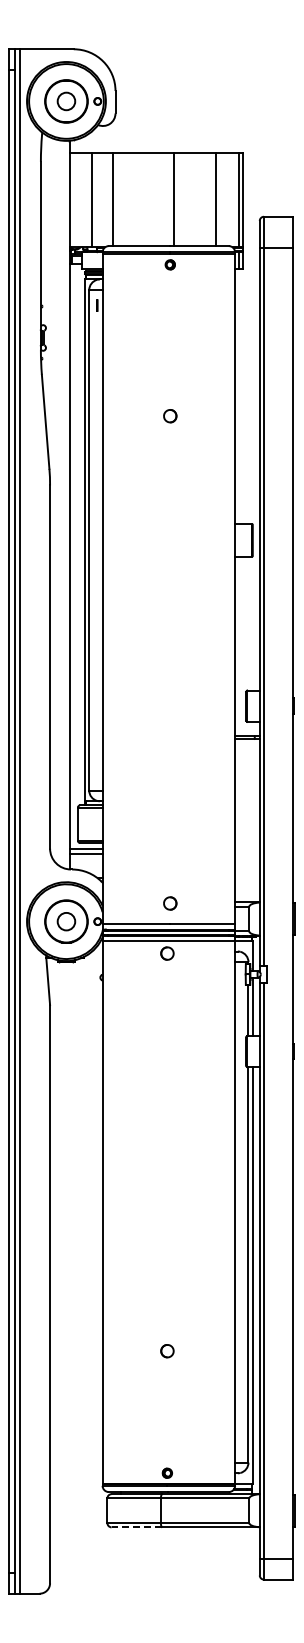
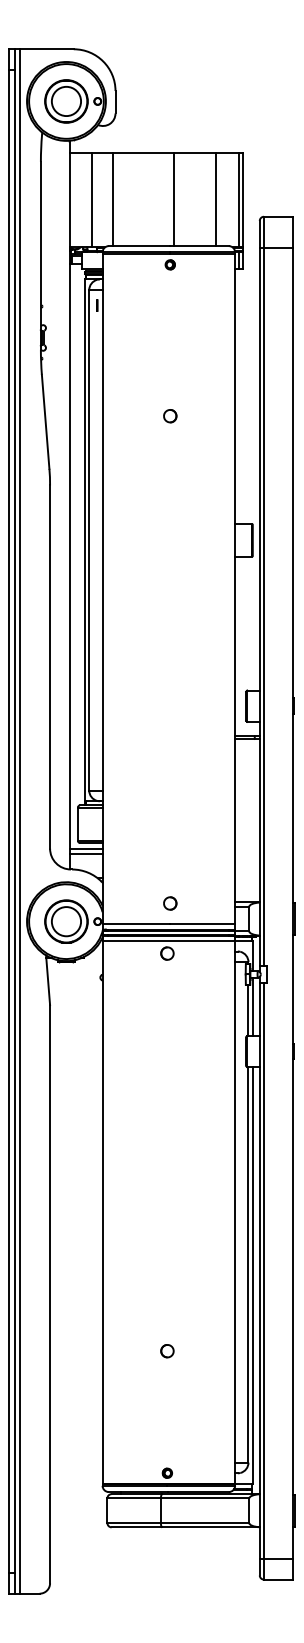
circle at (66, 101) diameter: 18 px -> 29 px
circle at (66, 921) diameter: 18 px -> 29 px
line at (136, 1527): dashed -> solid
